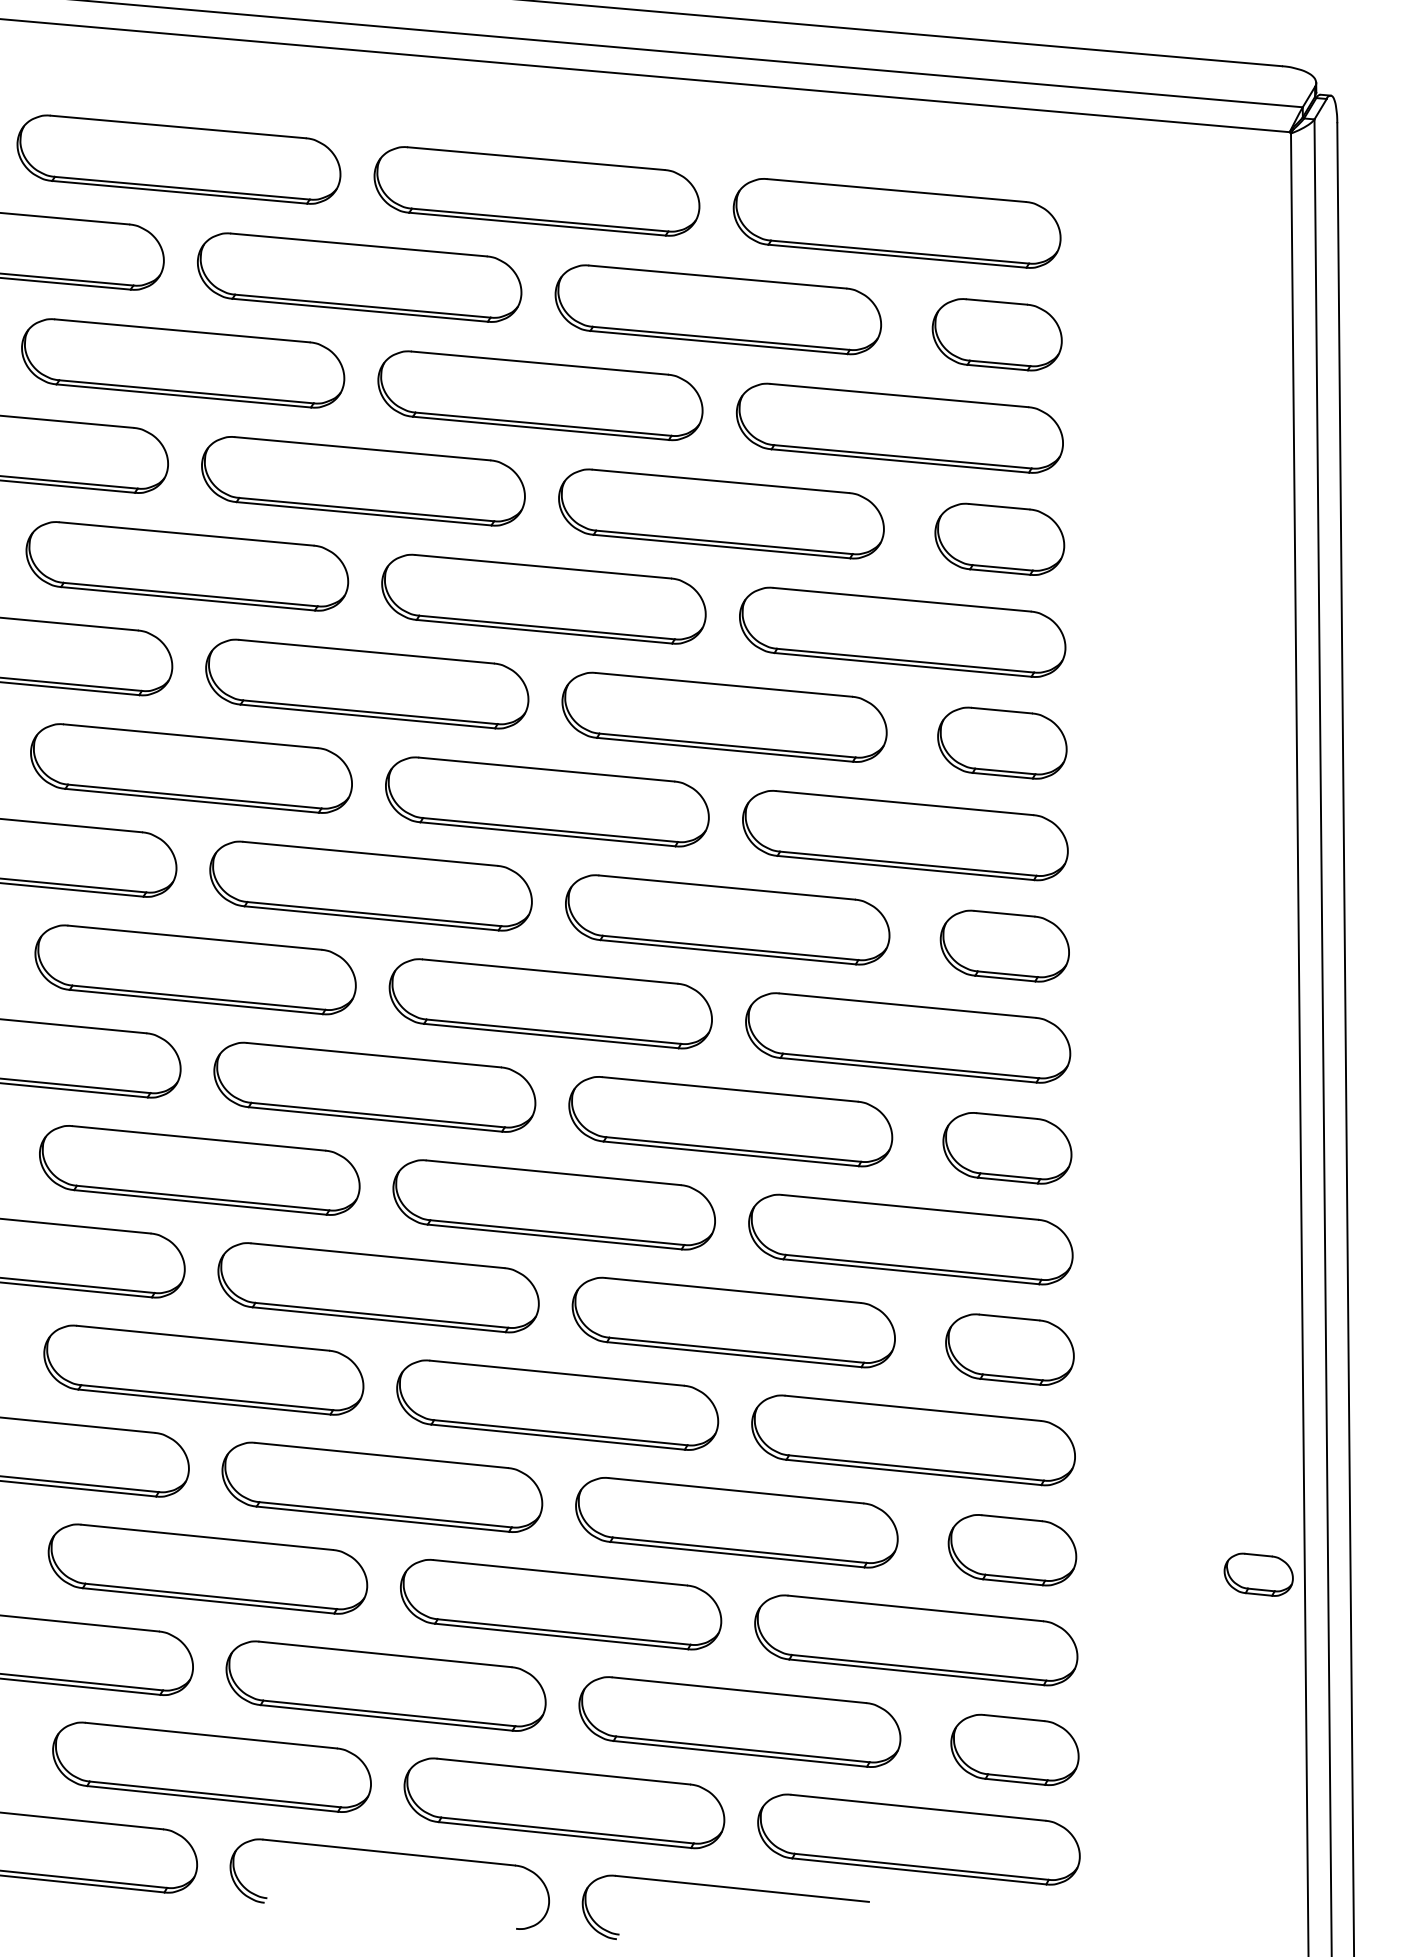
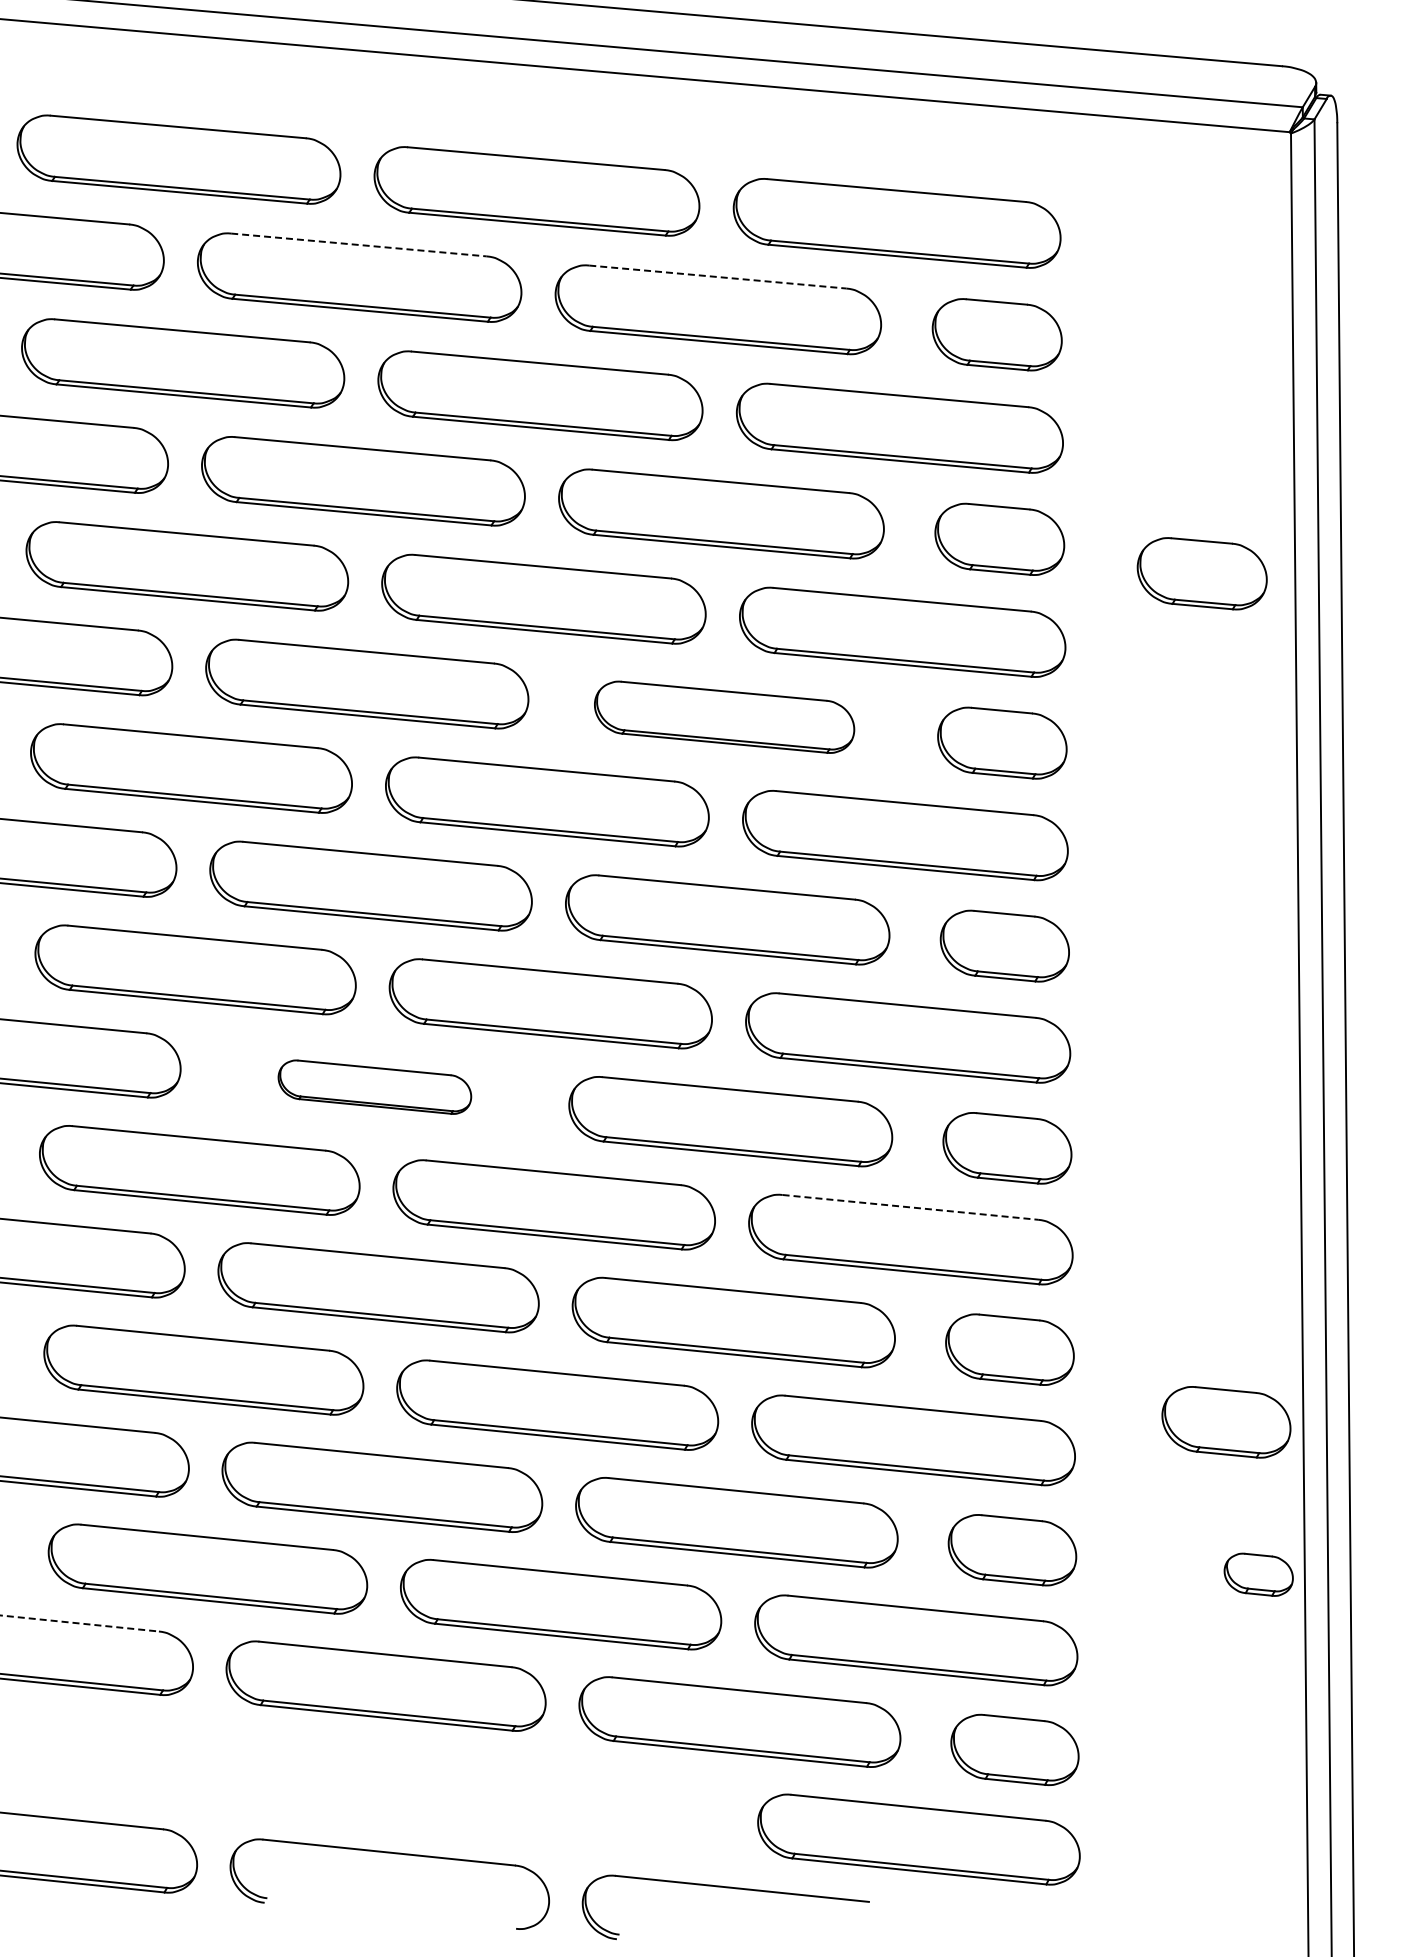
line at (359, 245): solid -> dashed
line at (718, 277): solid -> dashed
part at (1201, 573): none -> present
part at (724, 716) size: 327x92 px -> 262x74 px
part at (374, 1086) size: 324x92 px -> 196x56 px
line at (910, 1207): solid -> dashed
part at (1226, 1422): none -> present
line at (80, 1623): solid -> dashed
part at (211, 1766): present -> none
part at (564, 1803): present -> none
